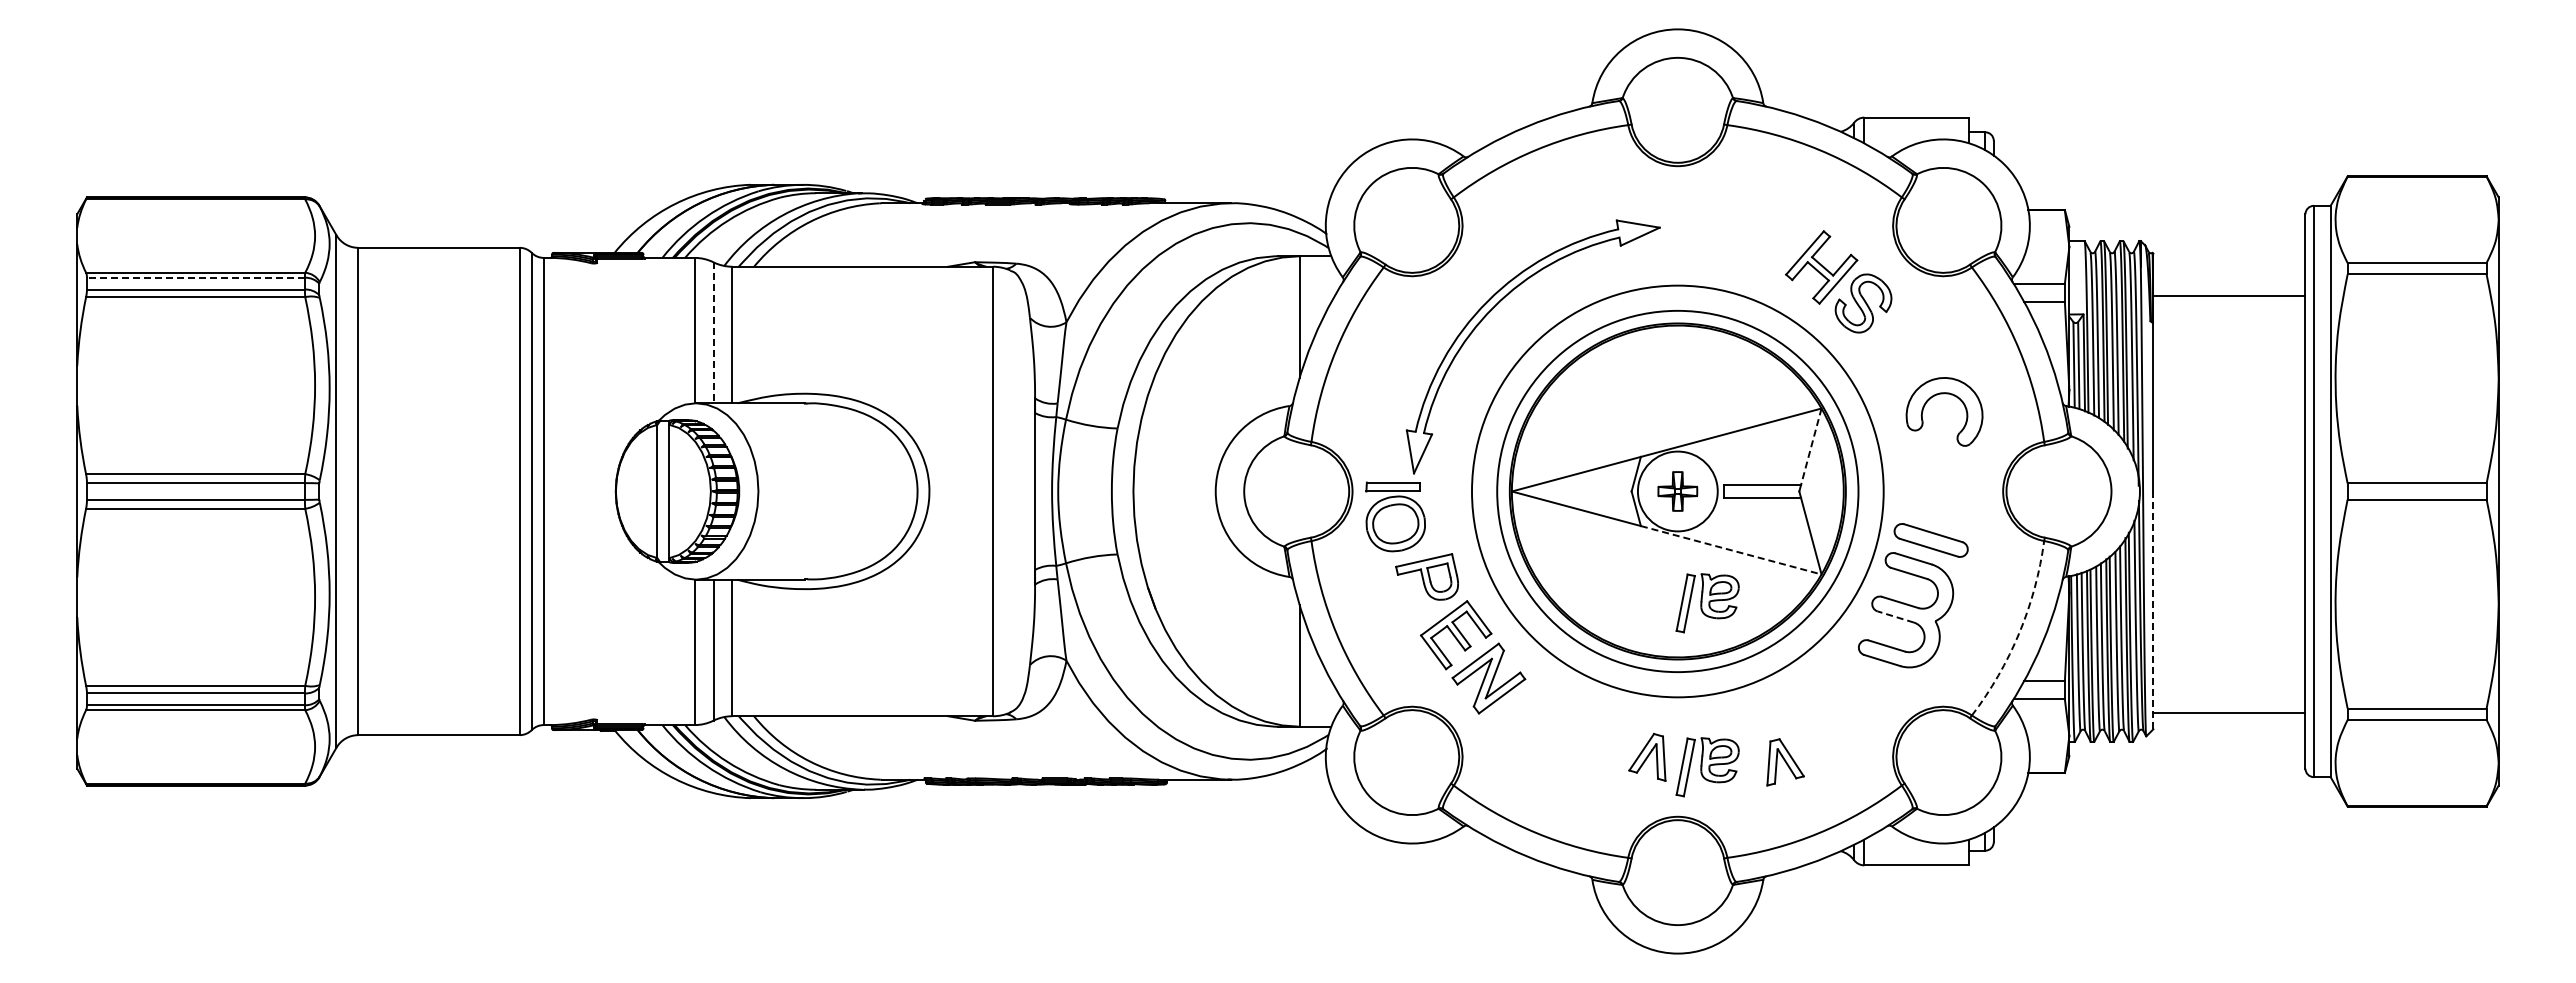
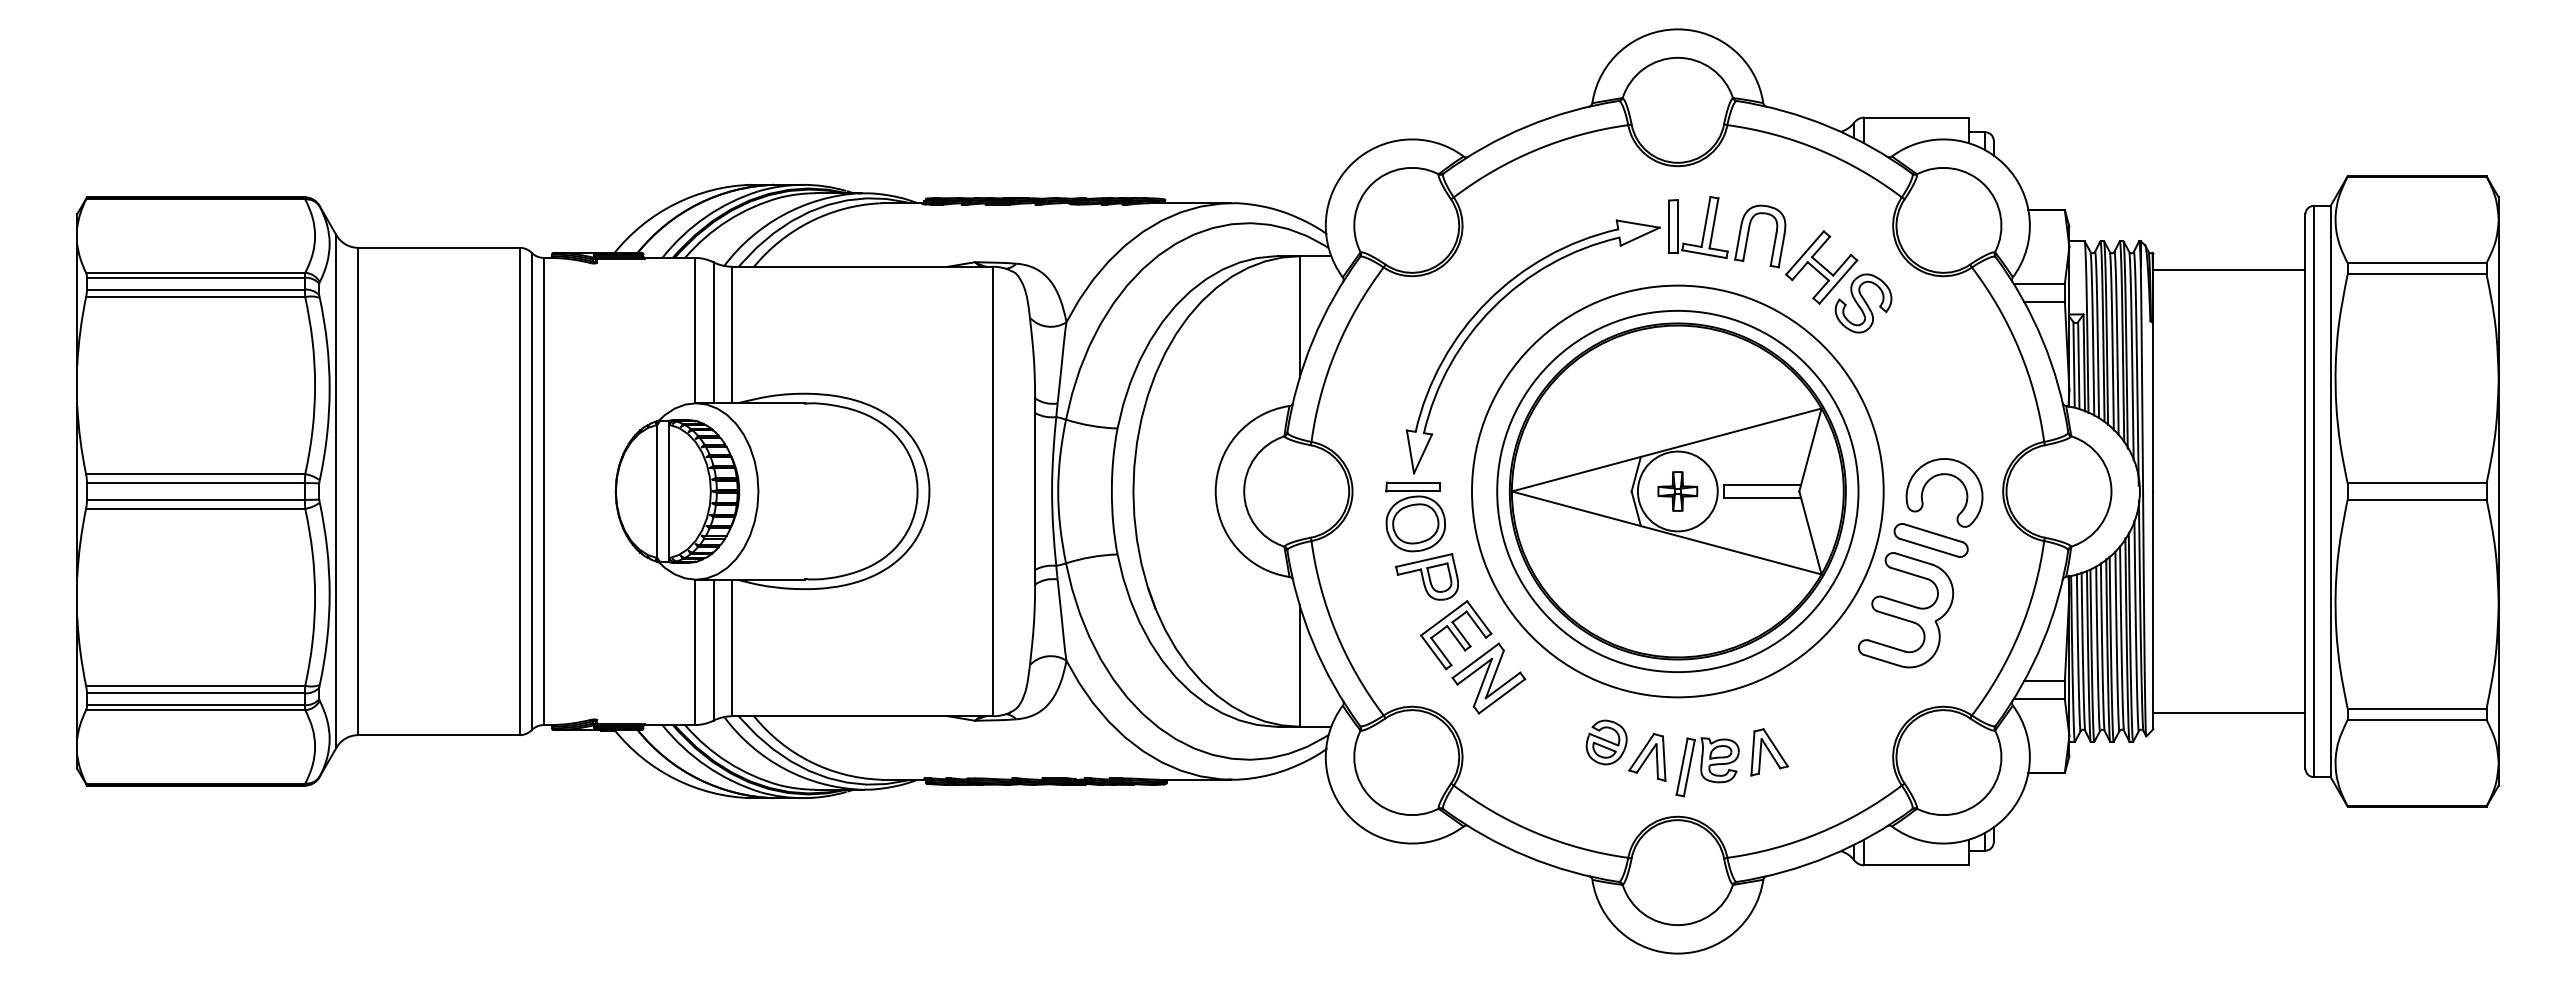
part at (1738, 234): none -> present
line at (195, 277): dashed -> solid
line at (2229, 296) position: (2229, 296) -> (2229, 270)
line at (713, 333): dashed -> solid
part at (1944, 394) position: (1944, 394) -> (1944, 475)
line at (1811, 446): dashed -> solid
part at (1395, 516) position: (1395, 516) -> (1415, 516)
line at (1731, 550): dashed -> solid
part at (1707, 603): present -> none
line at (2153, 610): dashed -> solid
line at (1895, 616): dashed -> solid
arc at (2019, 632): dashed -> solid
part at (1606, 742): none -> present
part at (1785, 762) position: (1785, 762) -> (1769, 752)
